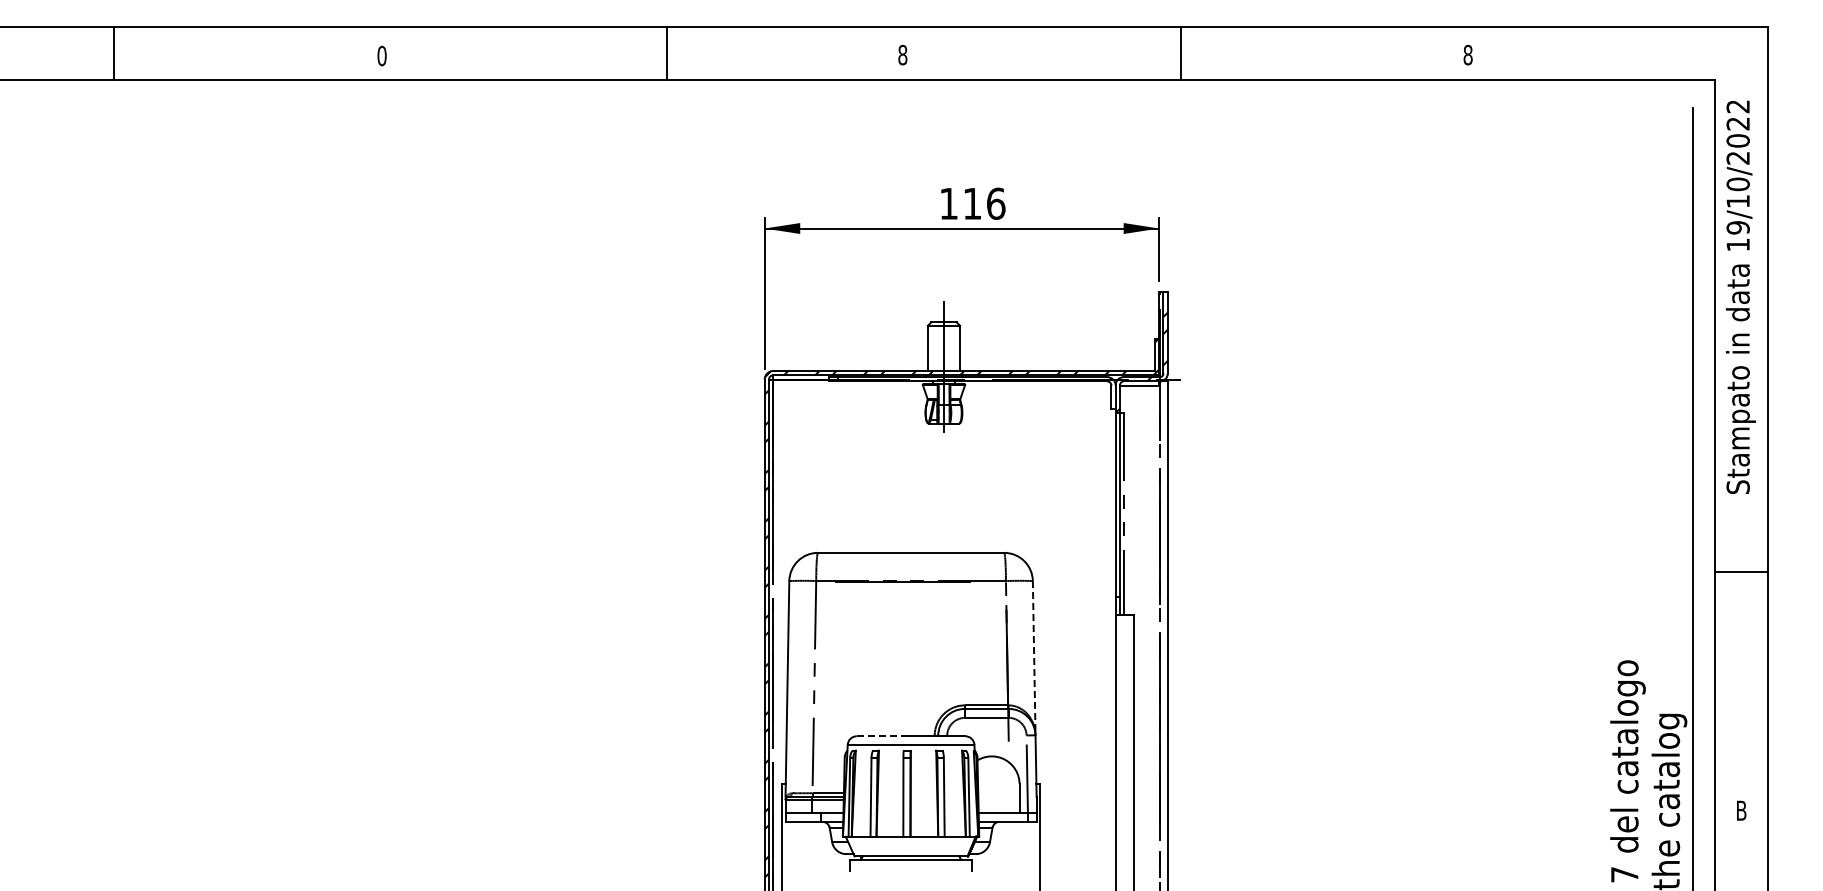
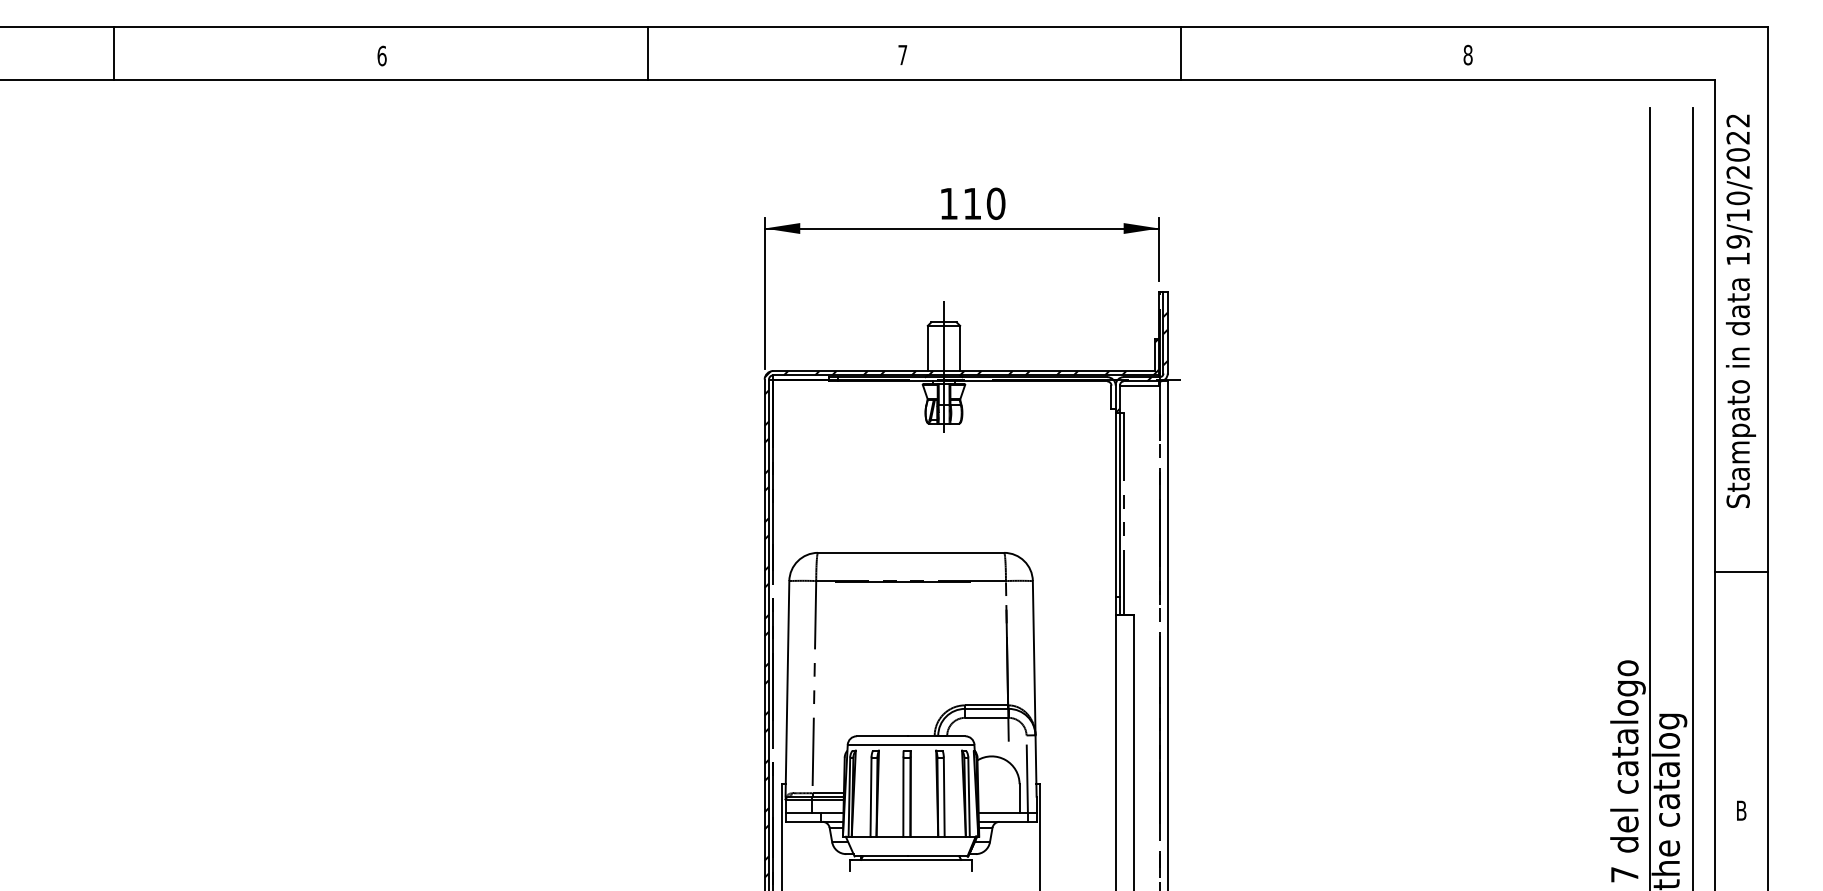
line at (666, 53) position: (666, 53) -> (647, 53)
text at (902, 54): 8 -> 7
text at (381, 55): 0 -> 6
text at (995, 203): 116 -> 110
text at (1740, 296) position: (1740, 296) -> (1740, 310)
line at (1649, 497): none -> present
line at (1034, 658): dashed -> solid
line at (882, 736): dashed -> solid
